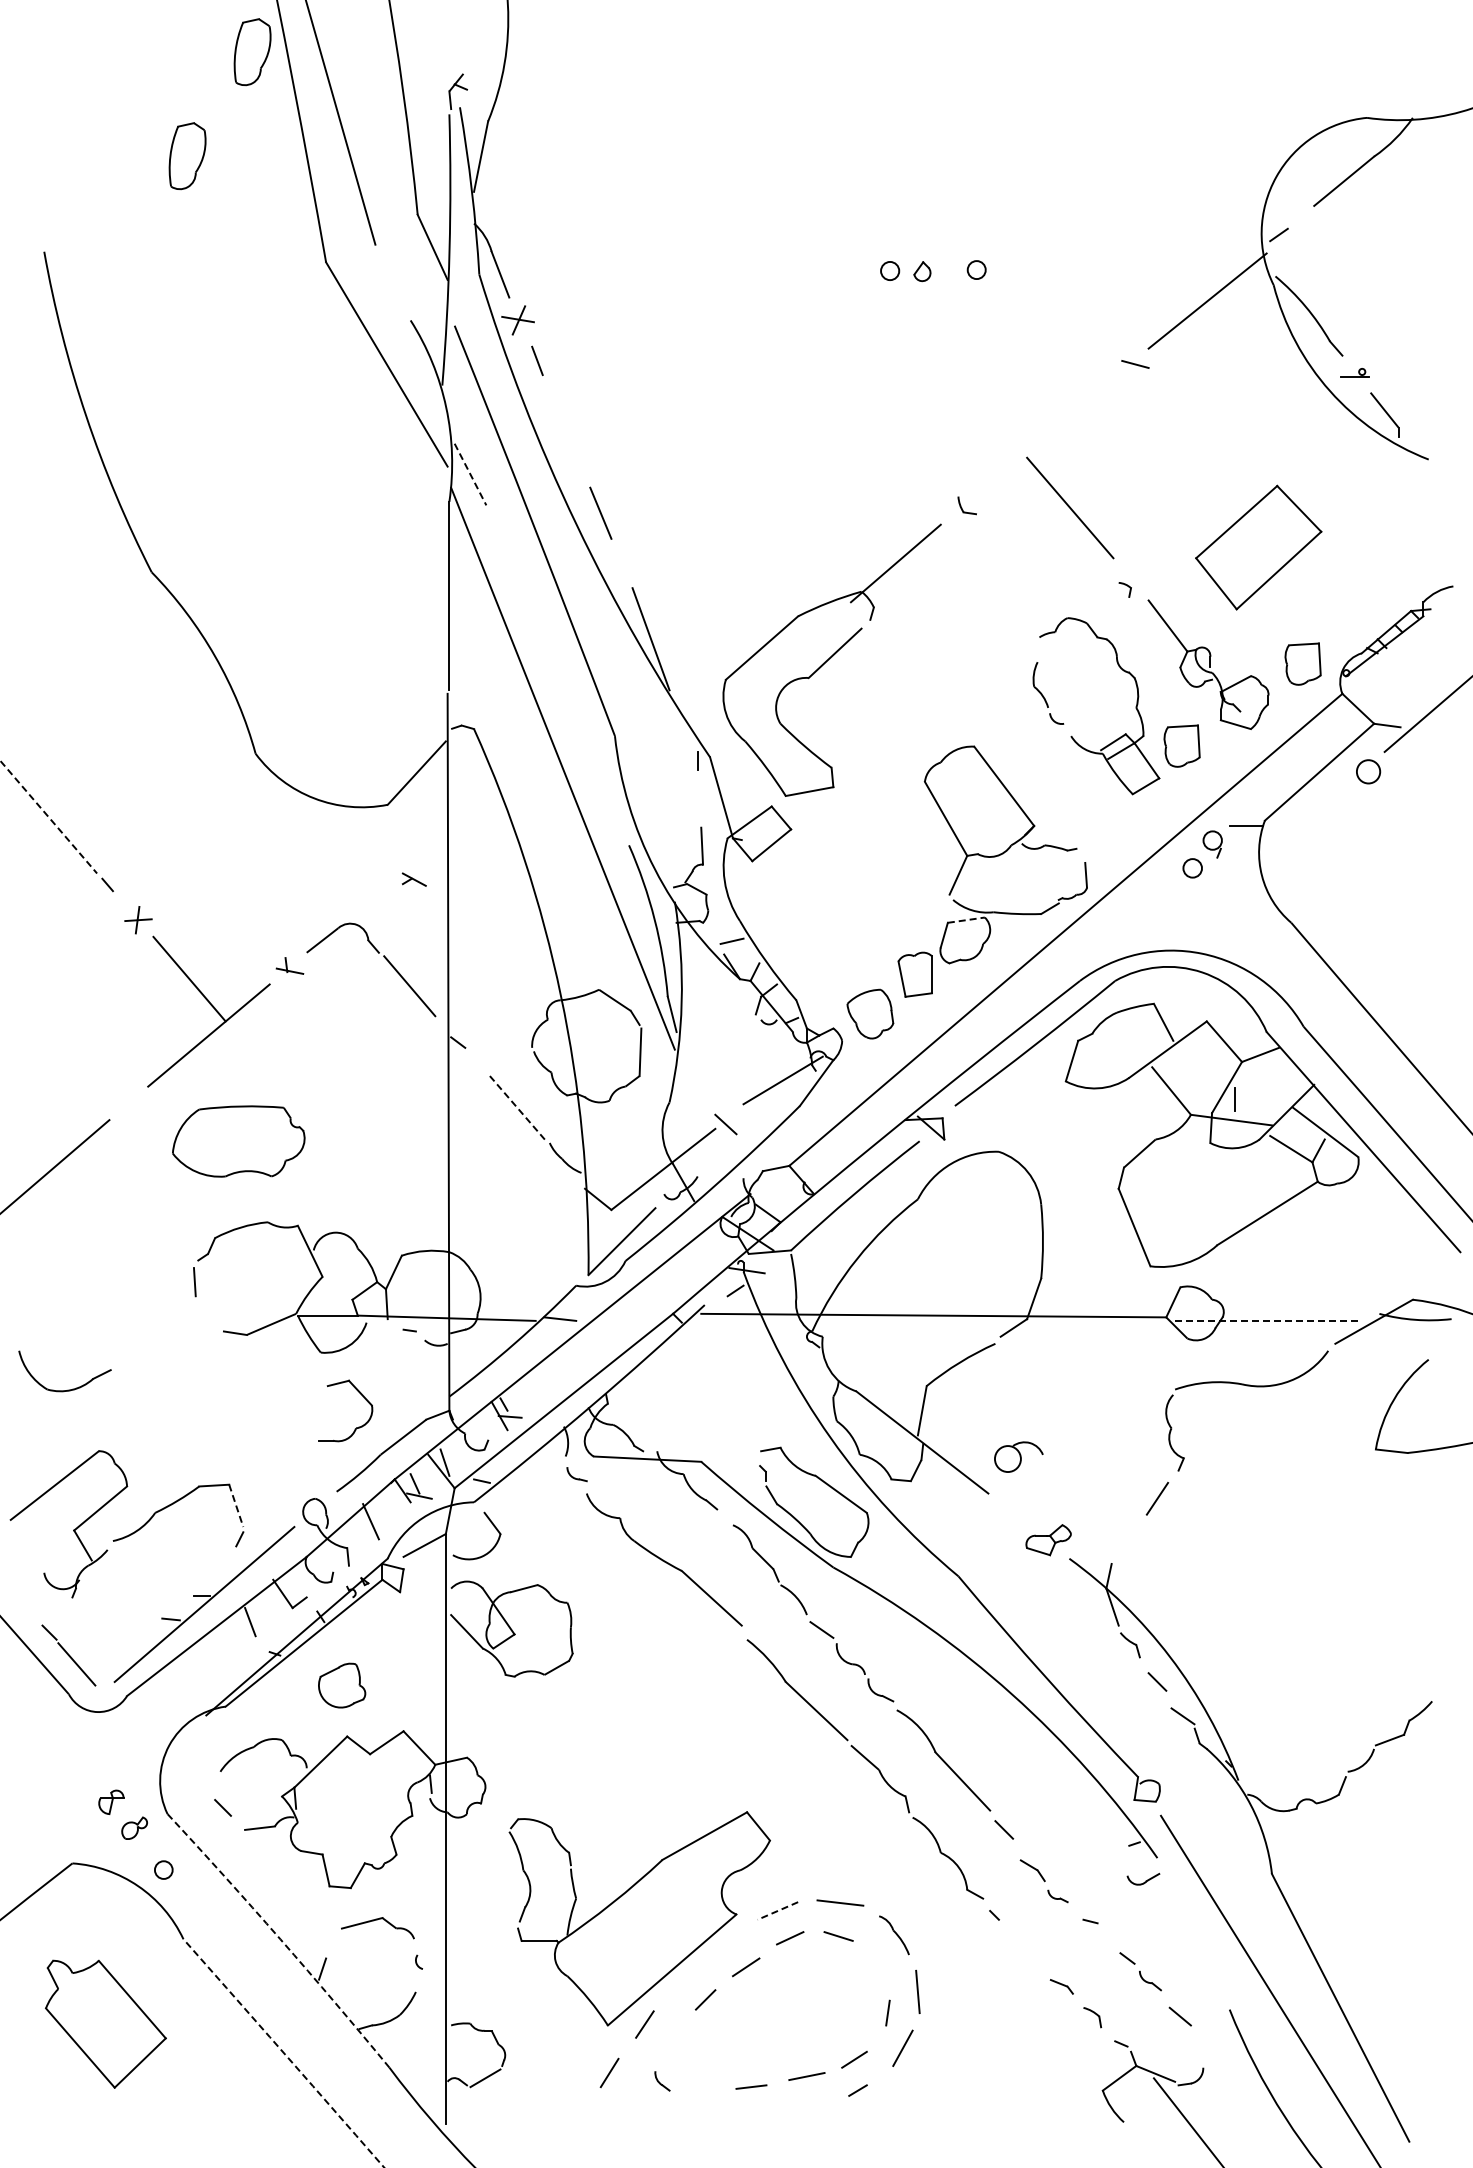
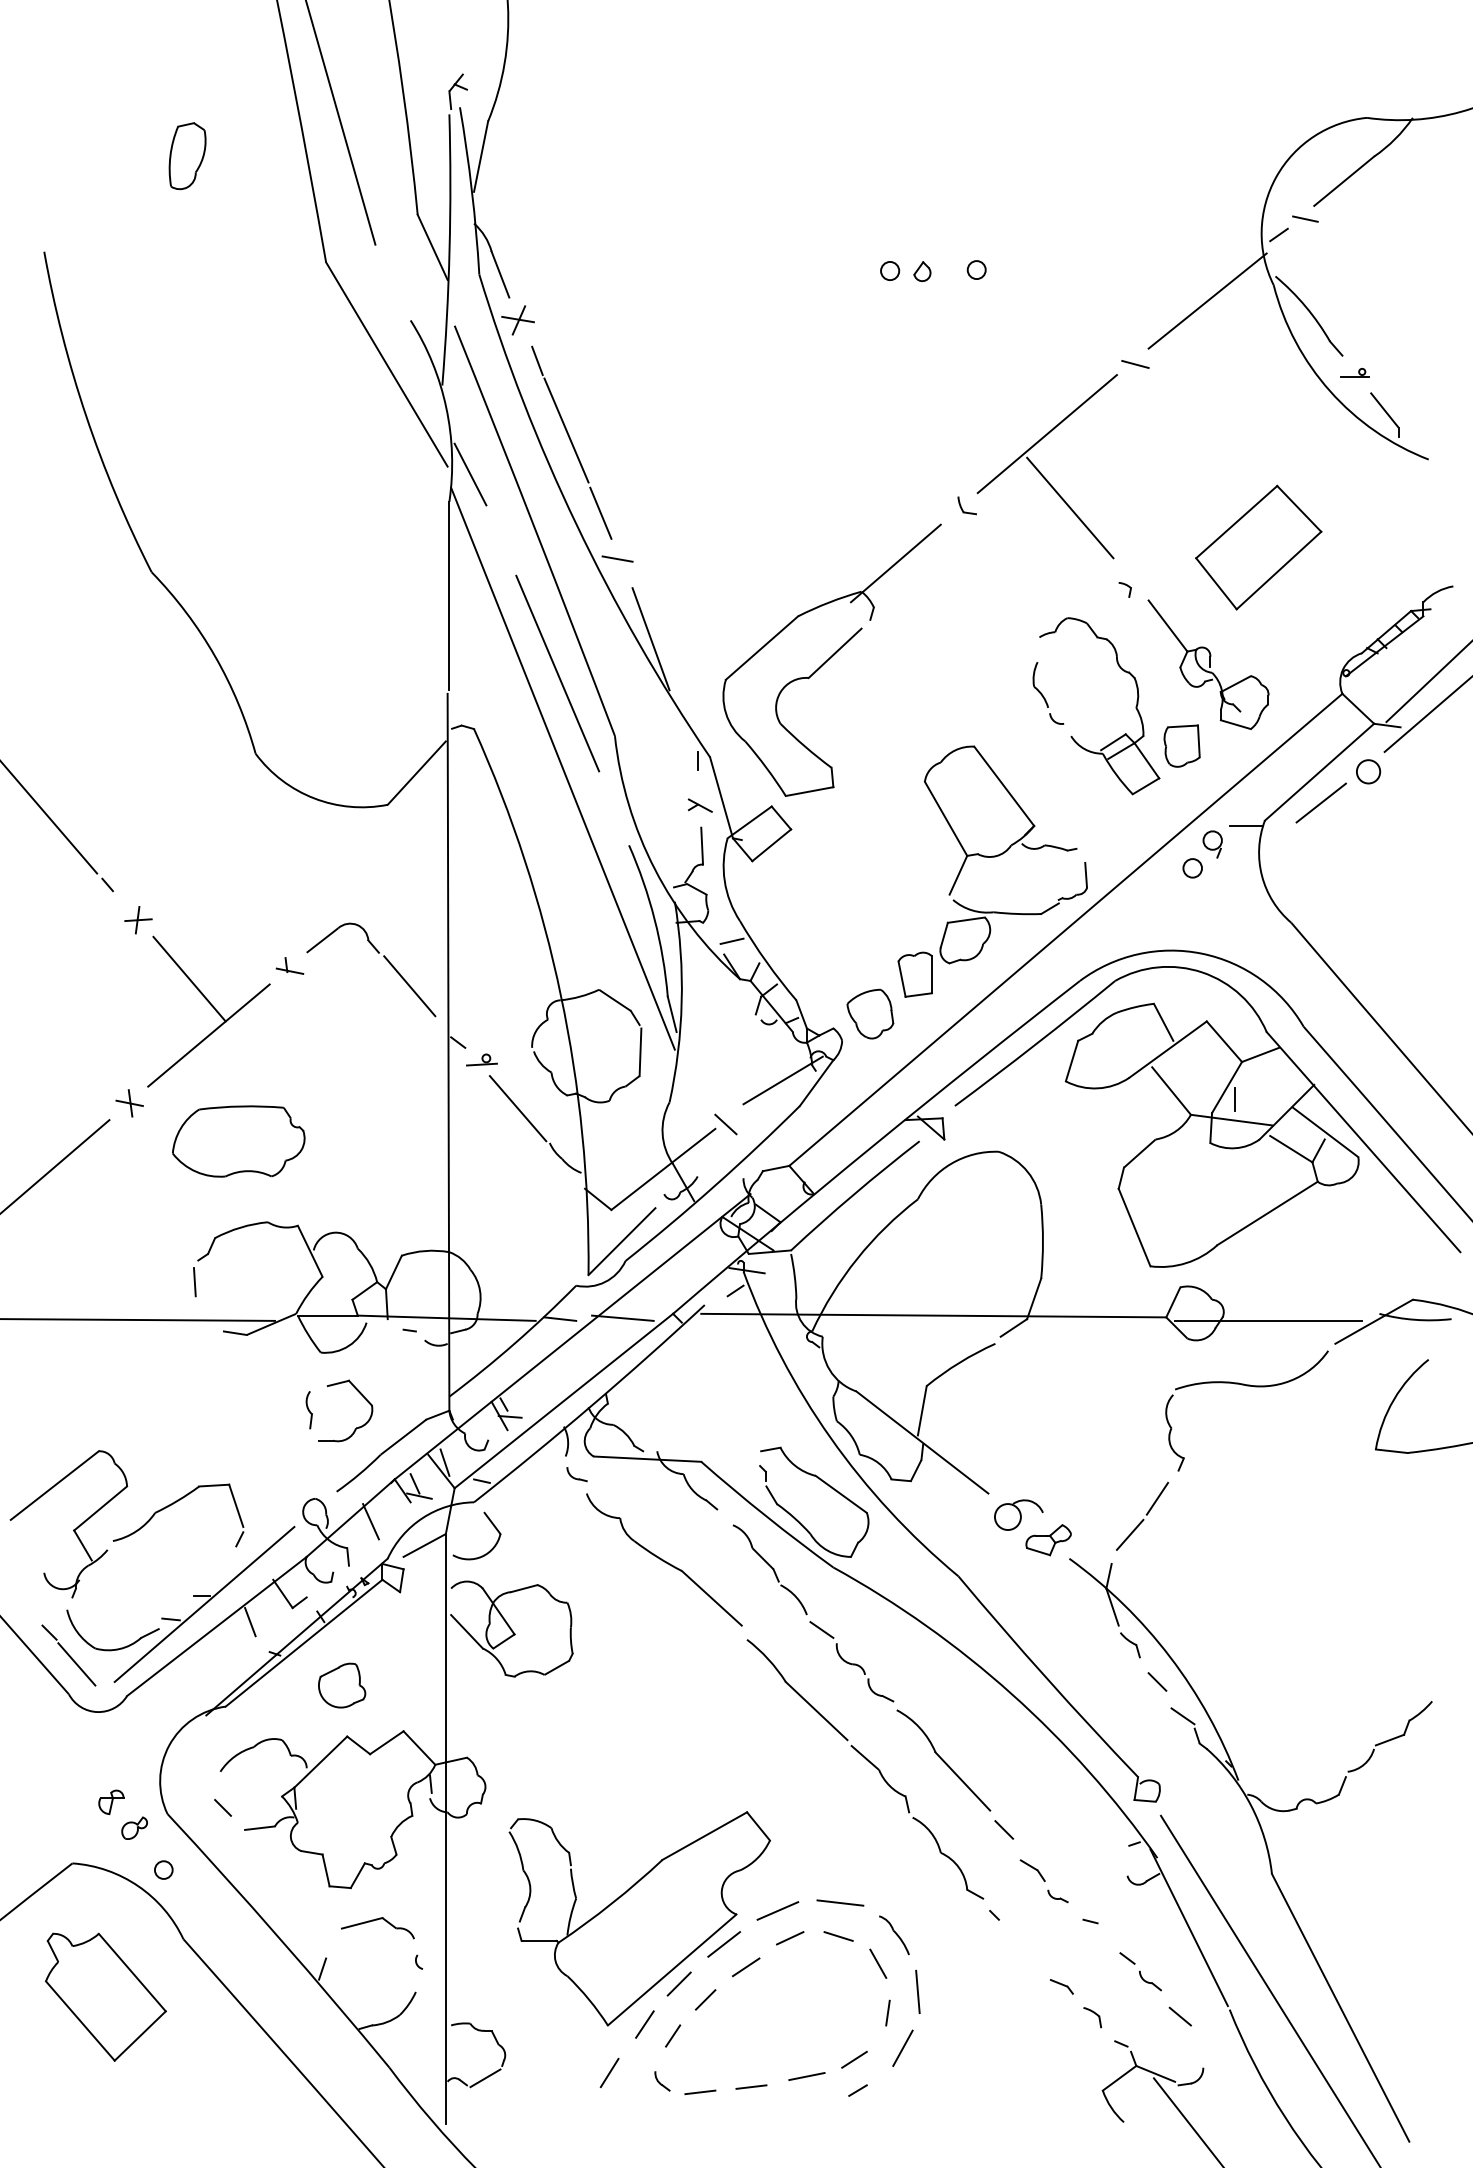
part at (252, 52): present -> none
line at (1305, 218): none -> present
line at (566, 430): none -> present
line at (1046, 434): none -> present
line at (470, 474): dashed -> solid
line at (617, 558): none -> present
part at (1302, 663): present -> none
line at (557, 673): none -> present
line at (1427, 682): none -> present
line at (1320, 802): none -> present
line at (49, 817): dashed -> solid
part at (413, 879) position: (413, 879) -> (699, 805)
line at (966, 920): dashed -> solid
part at (481, 1059): none -> present
part at (129, 1103): none -> present
line at (518, 1109): dashed -> solid
line at (622, 1317): none -> present
line at (138, 1319): none -> present
line at (1268, 1320): dashed -> solid
part at (67, 1389) position: (67, 1389) -> (115, 1648)
part at (308, 1410): none -> present
part at (1018, 1456) position: (1018, 1456) -> (1018, 1514)
line at (236, 1506): dashed -> solid
line at (1129, 1534): none -> present
line at (777, 1911): dashed -> solid
line at (1188, 1927): none -> present
arc at (280, 1939): dashed -> solid
line at (724, 1944): none -> present
line at (878, 1963): none -> present
line at (678, 1983): none -> present
part at (105, 2023) position: (105, 2023) -> (105, 1996)
line at (673, 2035): none -> present
arc at (283, 2052): dashed -> solid
line at (700, 2091): none -> present
